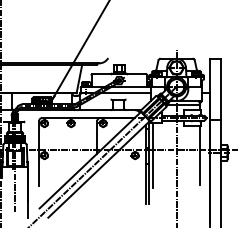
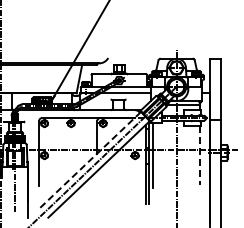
line at (200, 156): solid -> dashed
line at (90, 160): solid -> dashed
